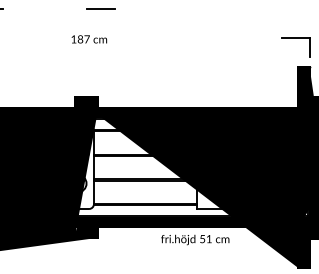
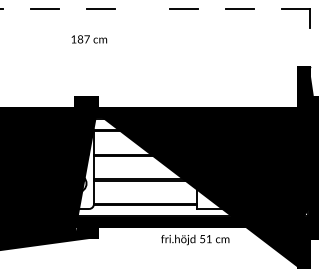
line at (44, 8): none -> present
line at (184, 8): none -> present
line at (239, 8): none -> present
part at (295, 38) position: (295, 38) -> (295, 9)
